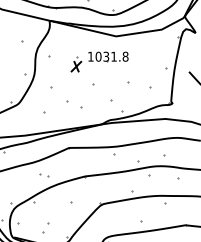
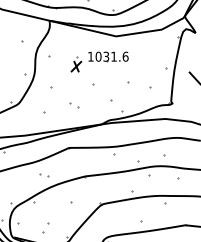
text at (125, 56): 1031.8 -> 1031.6
part at (74, 104) size: 17x9 px -> 11x7 px
